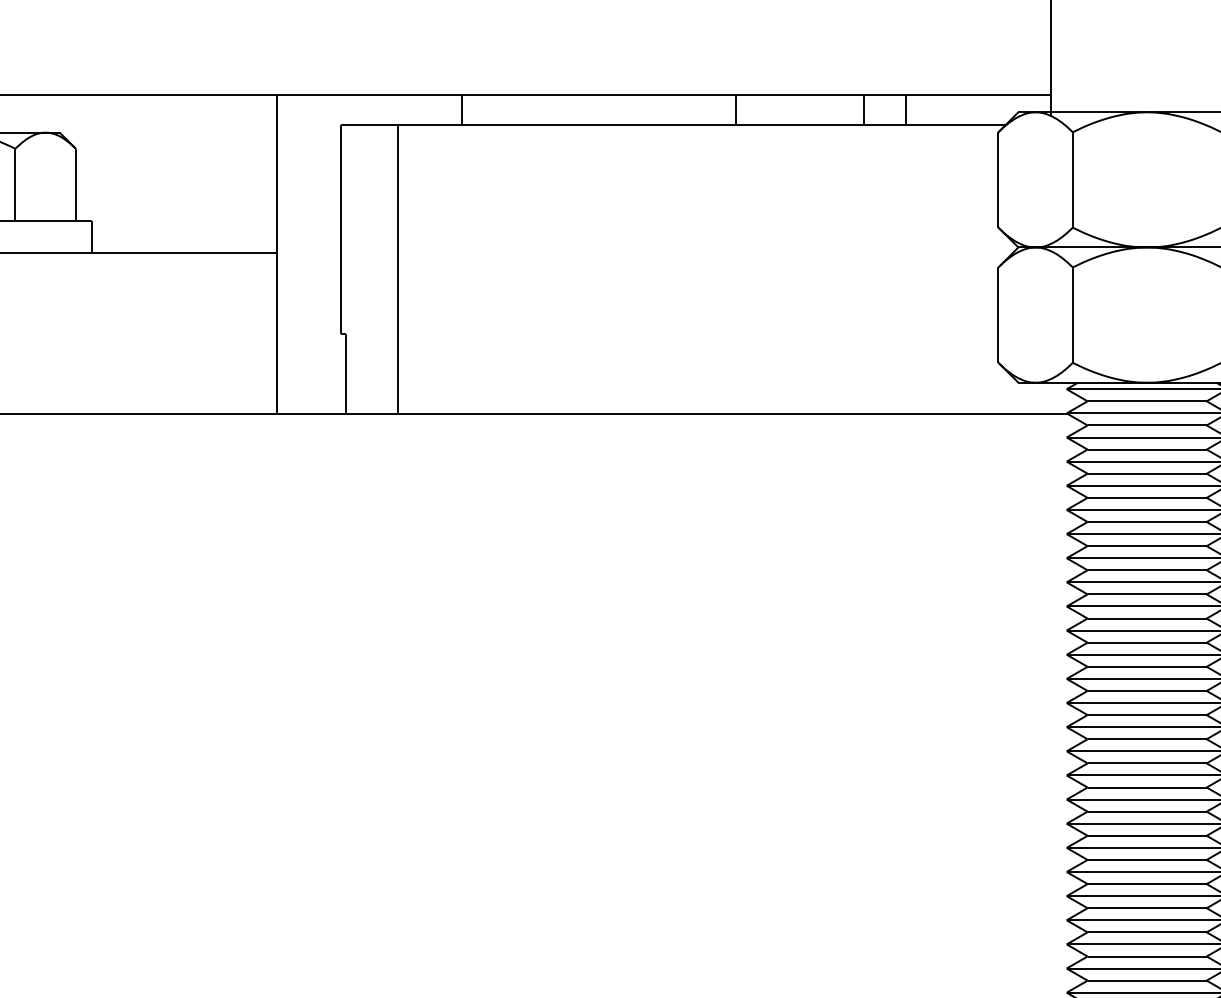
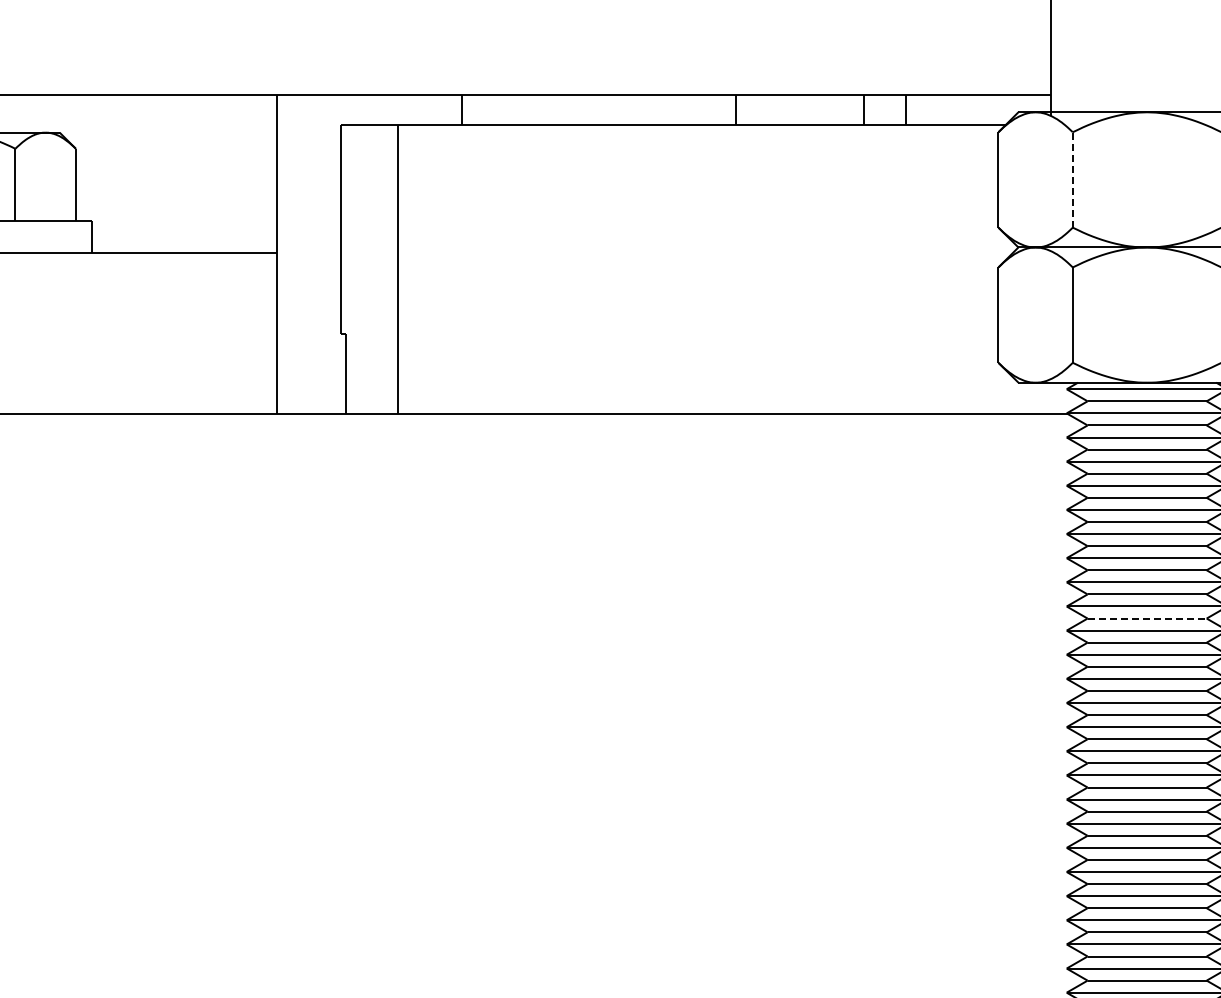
line at (1072, 179): solid -> dashed
line at (1147, 618): solid -> dashed
